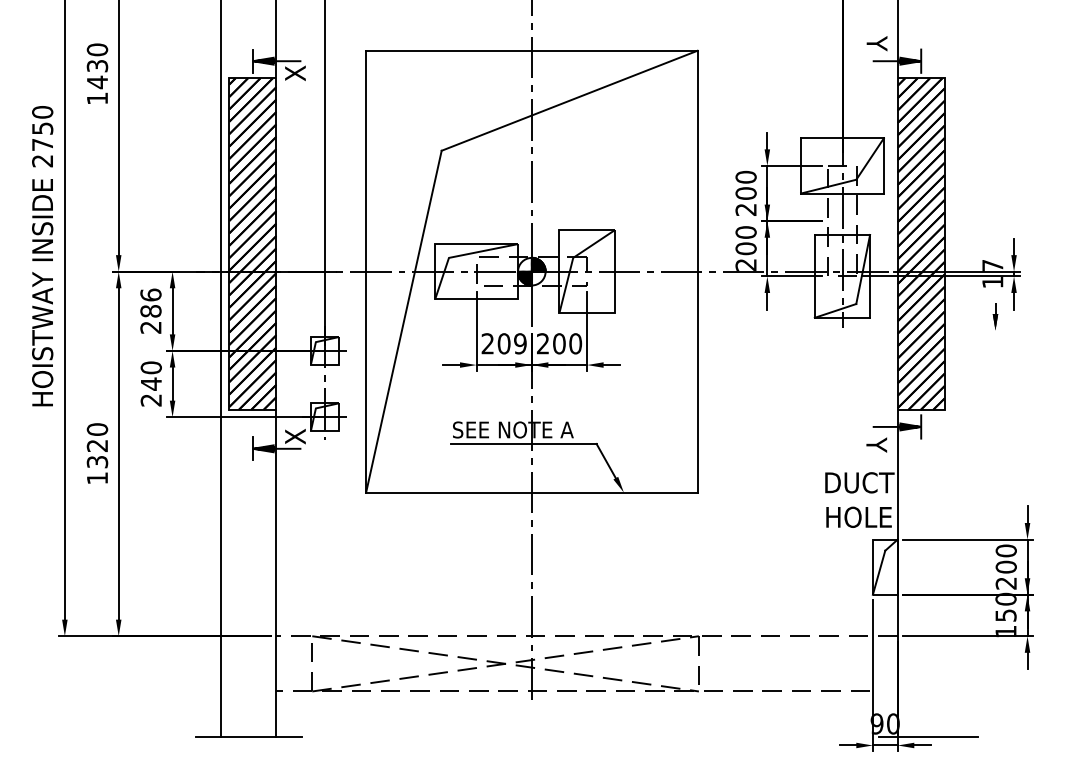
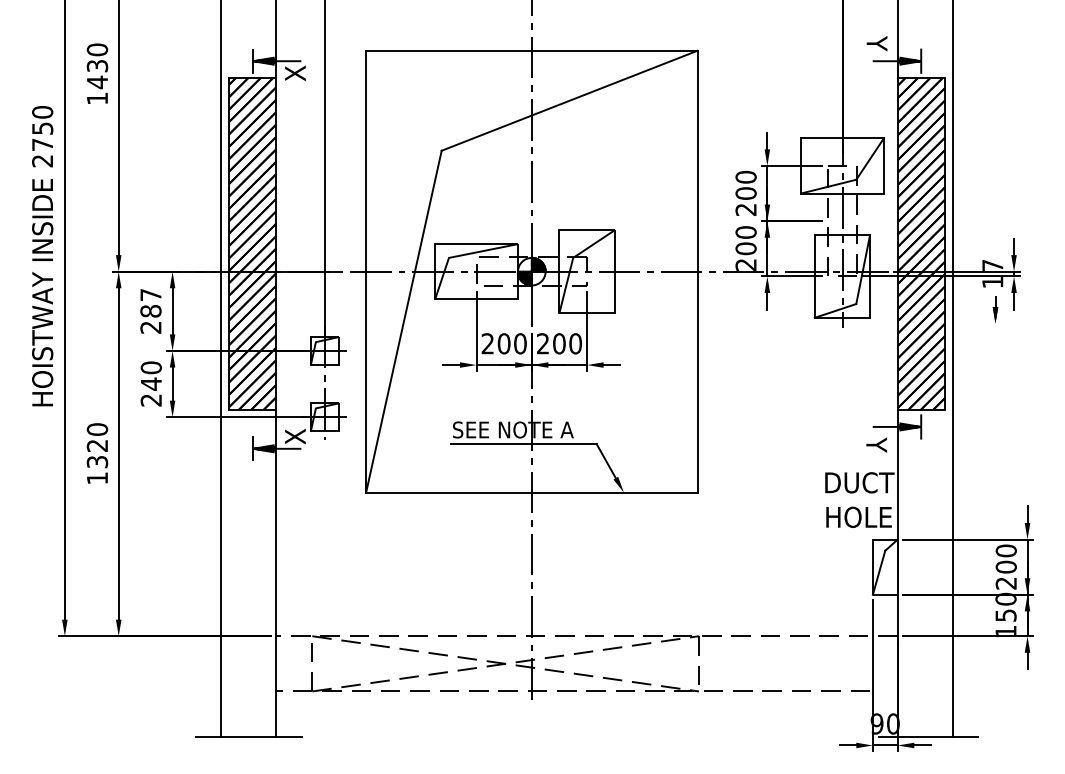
text at (150, 294): 286 -> 287
part at (995, 316) position: (995, 316) -> (995, 309)
text at (520, 343): 209 -> 200
line at (952, 369): none -> present
